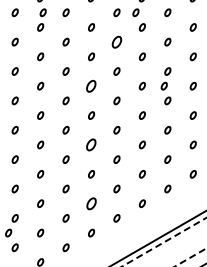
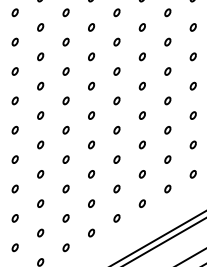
part at (42, 12): present -> none
part at (135, 12): present -> none
part at (116, 41) size: 12x14 px -> 8x10 px
part at (91, 85) size: 11x14 px -> 8x10 px
part at (163, 85): present -> none
part at (91, 144) size: 11x14 px -> 8x10 px
part at (91, 203) size: 11x14 px -> 7x9 px
part at (8, 232): present -> none
line at (164, 242): dashed -> solid
line at (190, 257): dashed -> solid
